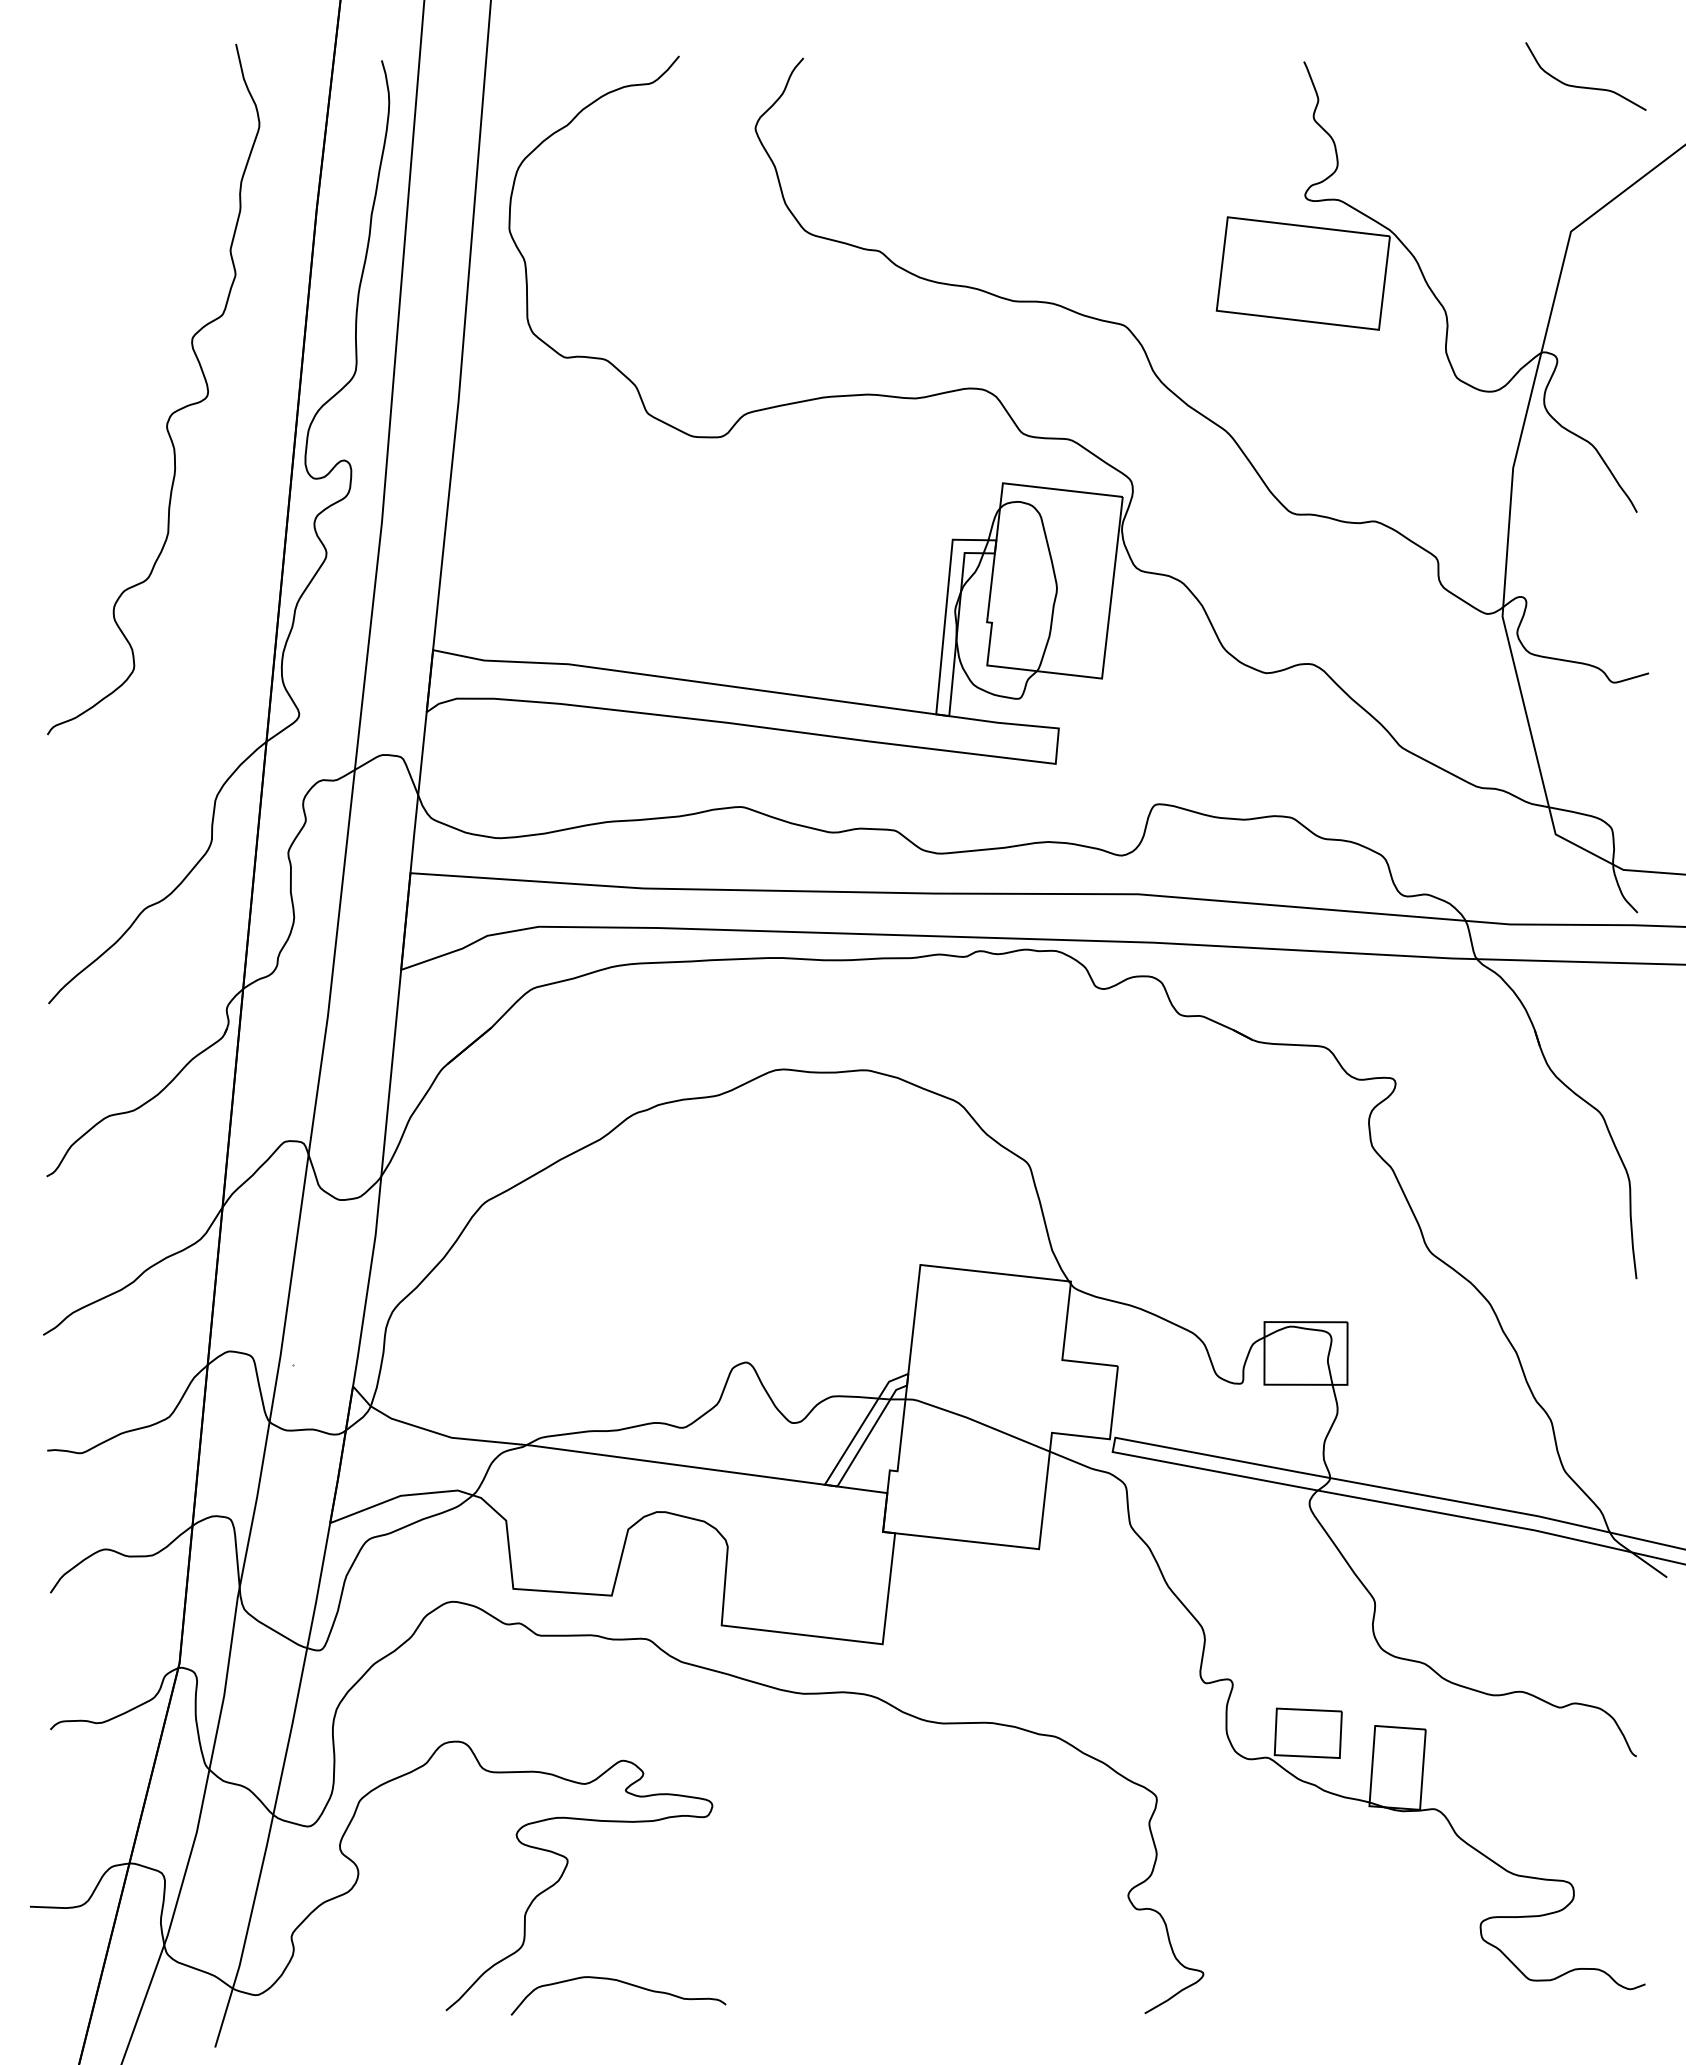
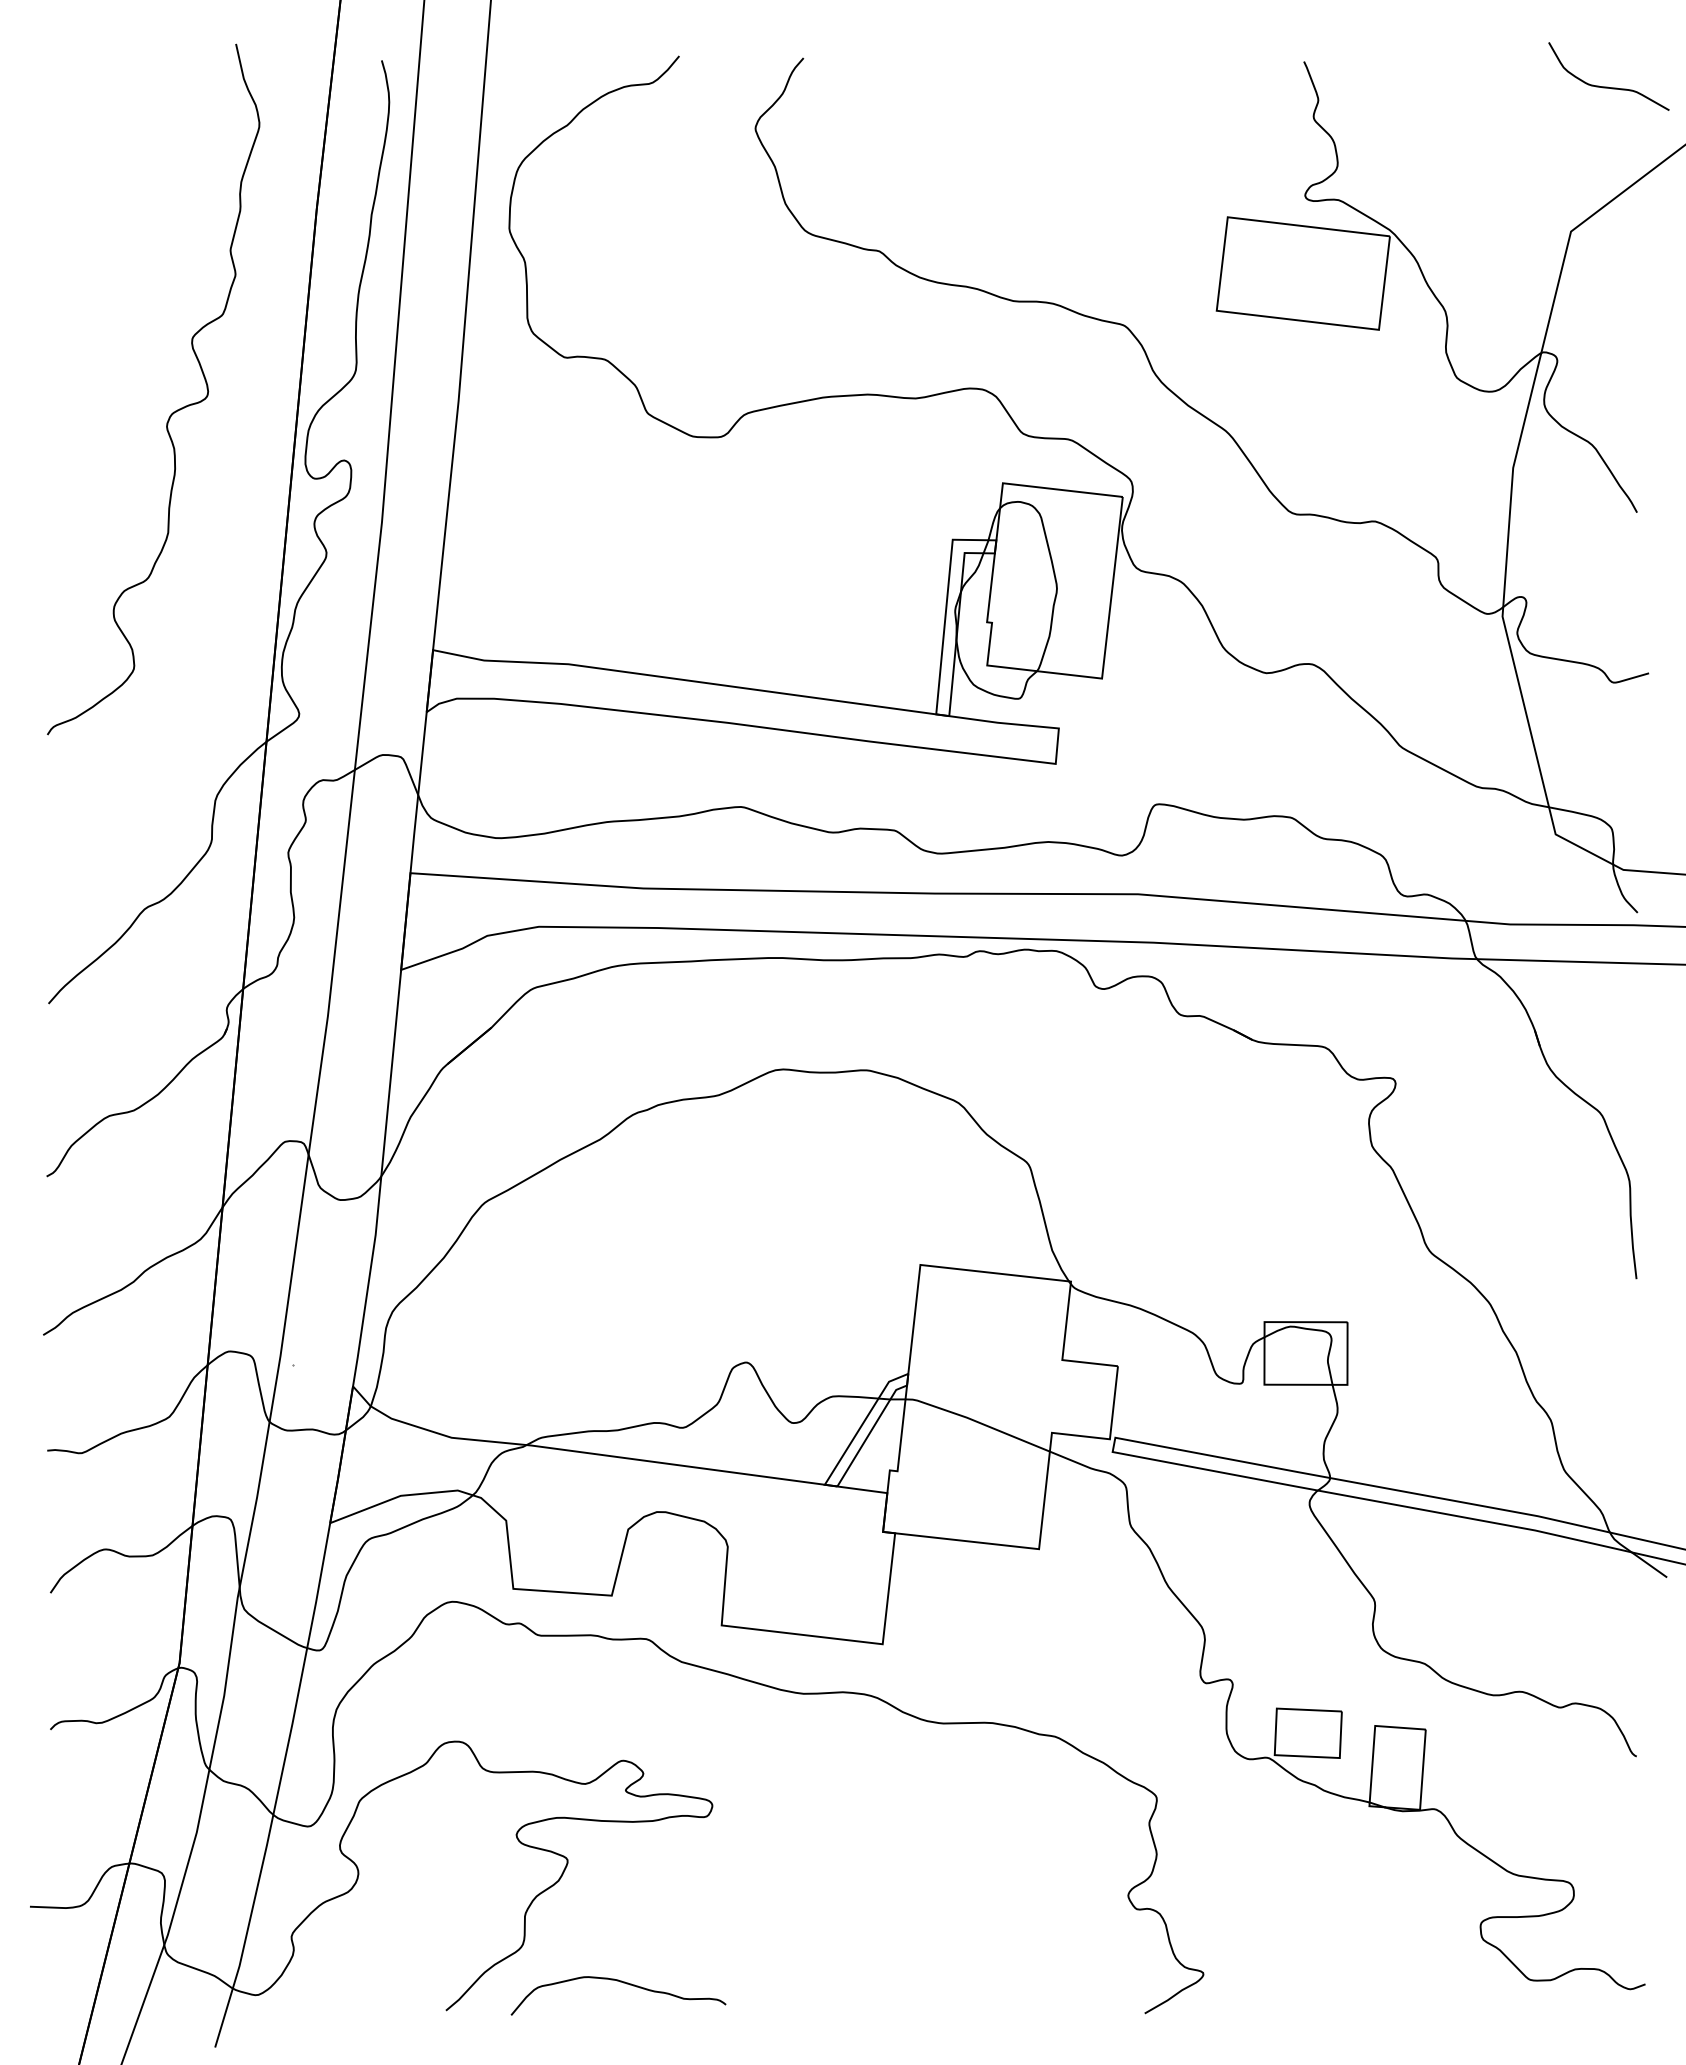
curve at (1585, 86) position: (1585, 86) -> (1608, 86)
